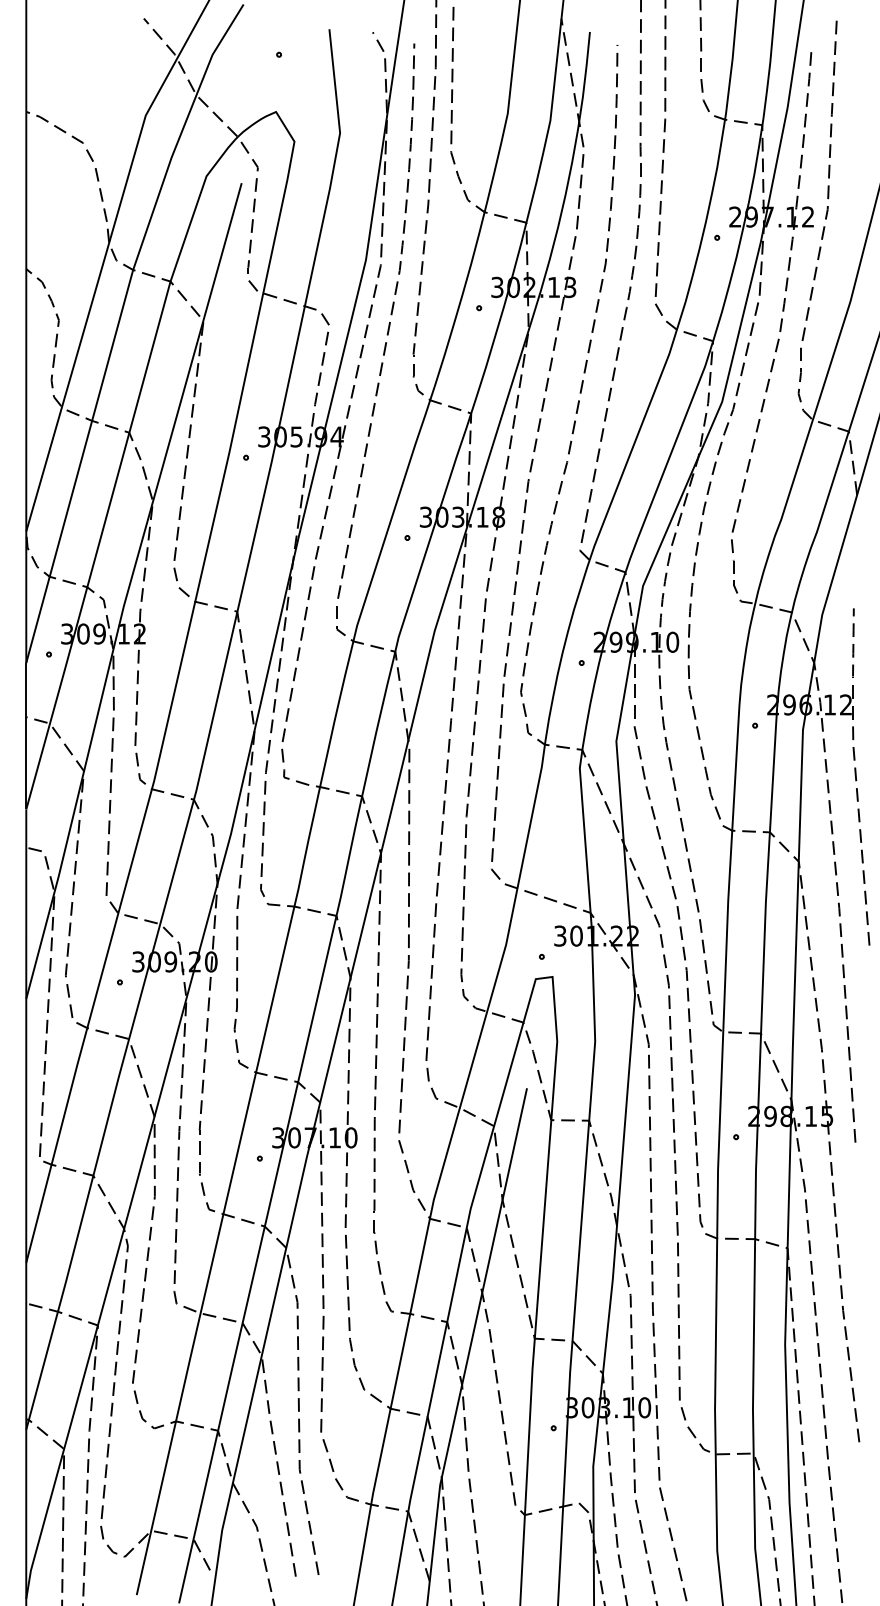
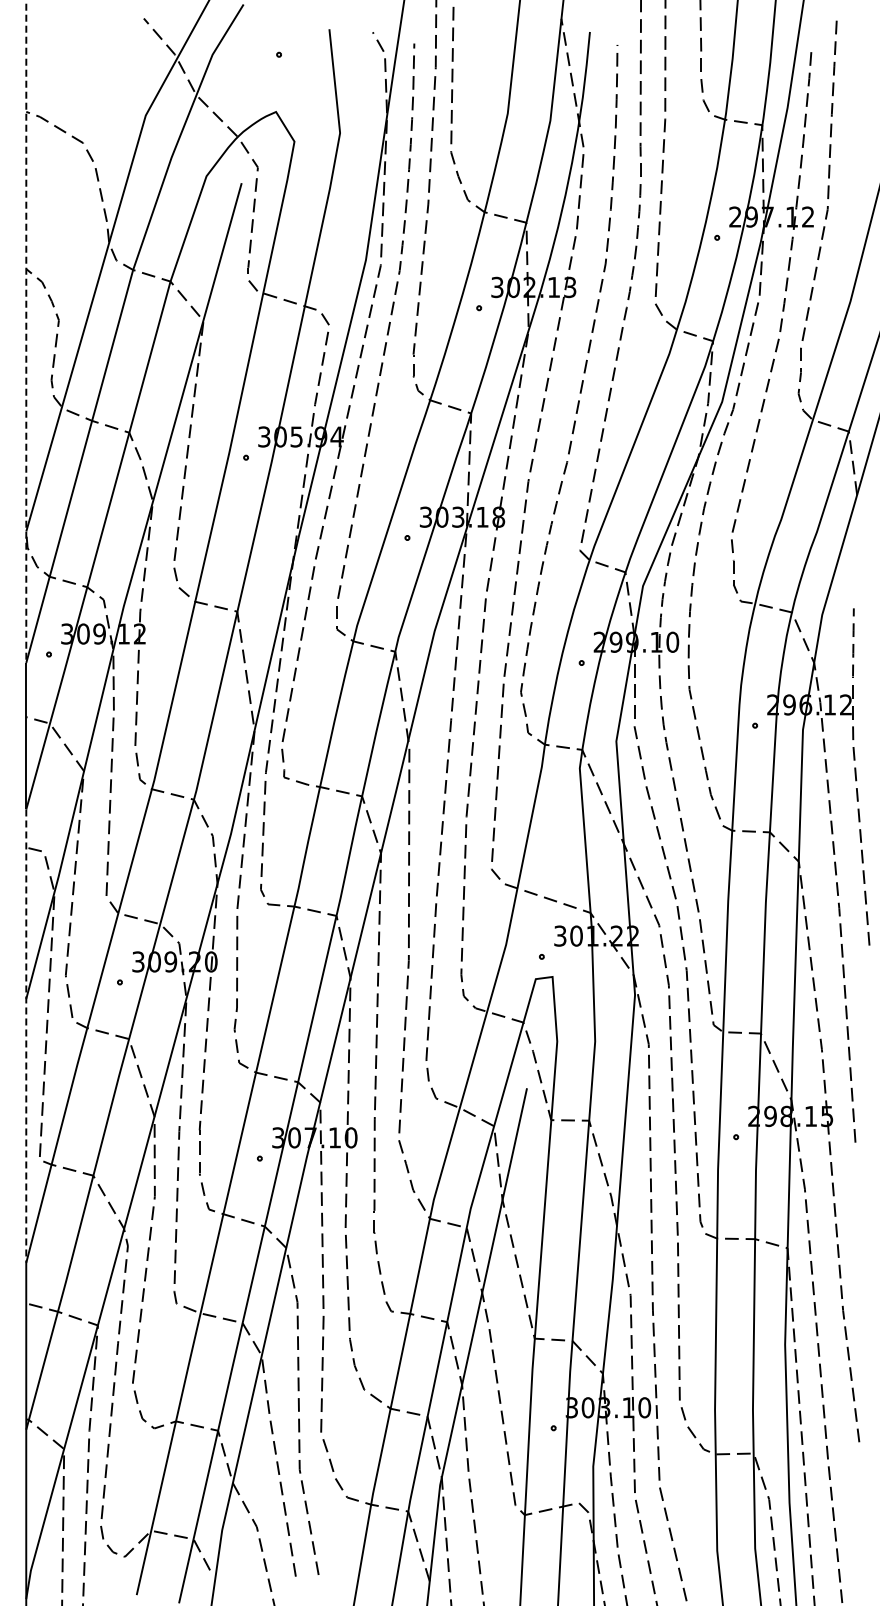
line at (26, 332): solid -> dashed
line at (26, 1036): solid -> dashed
